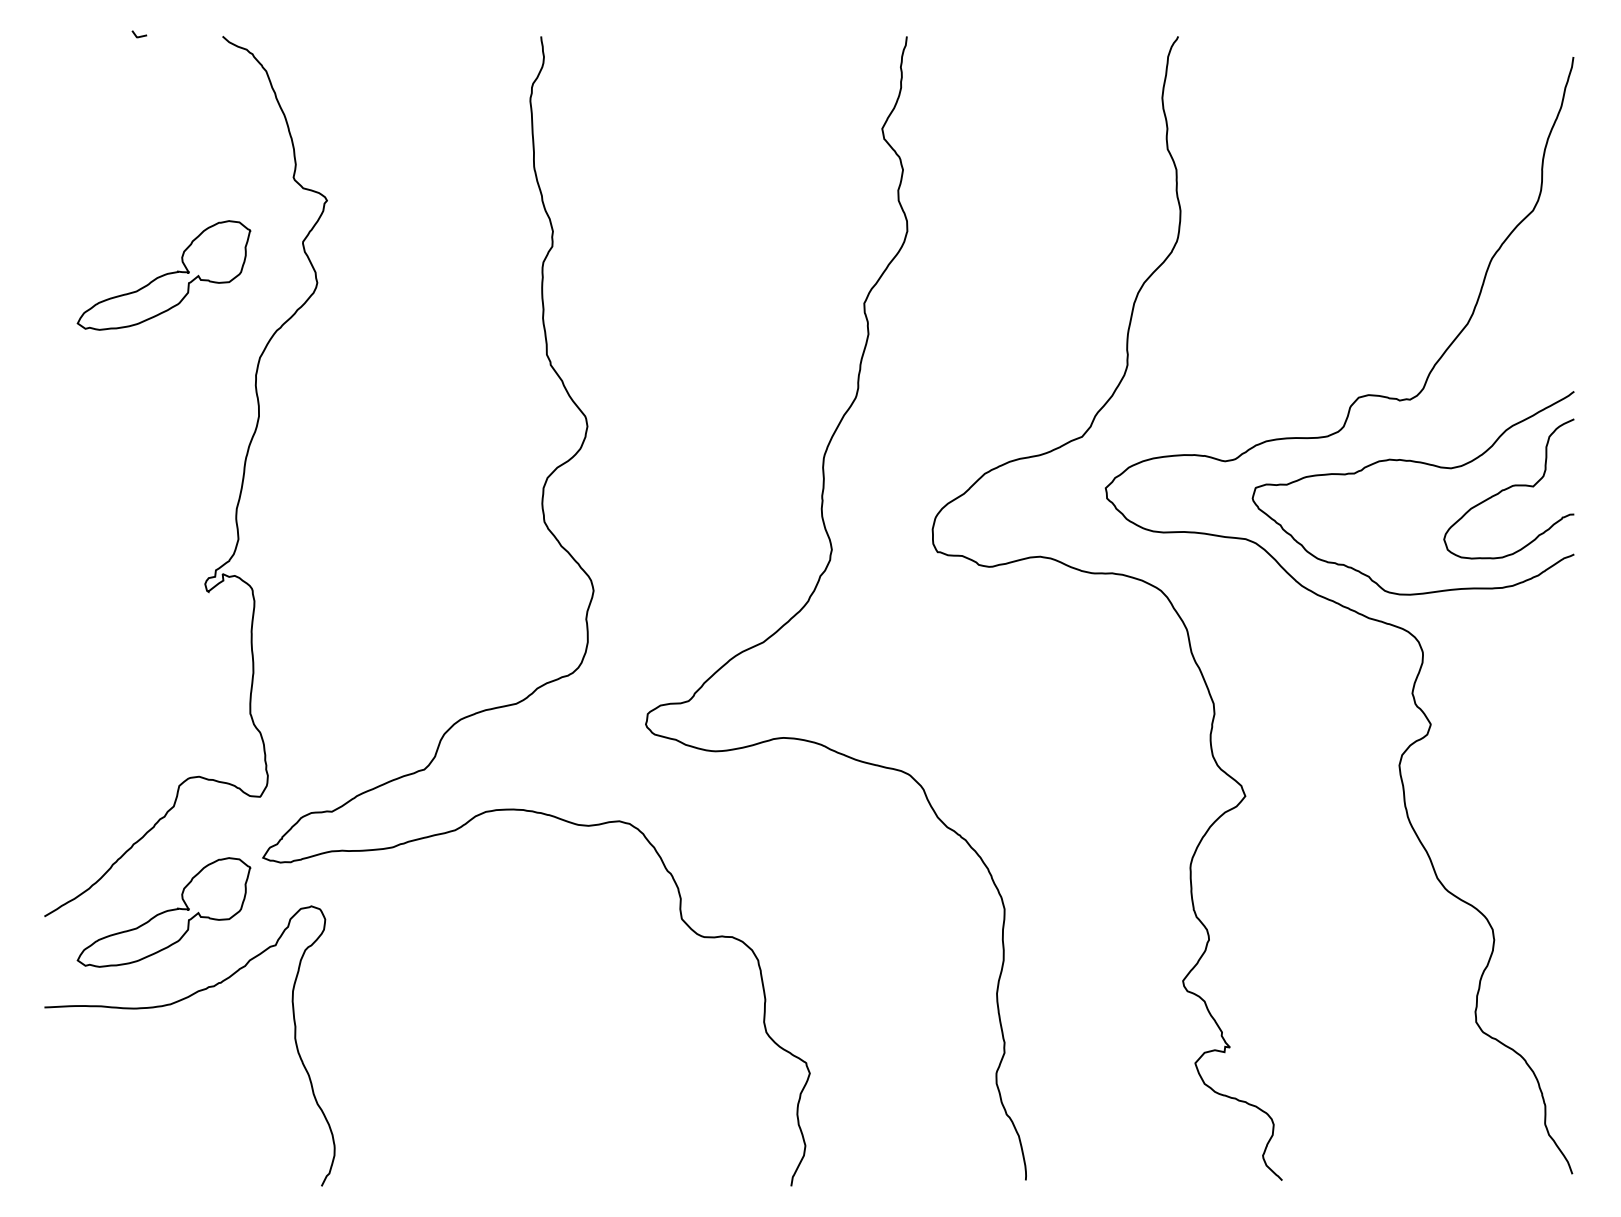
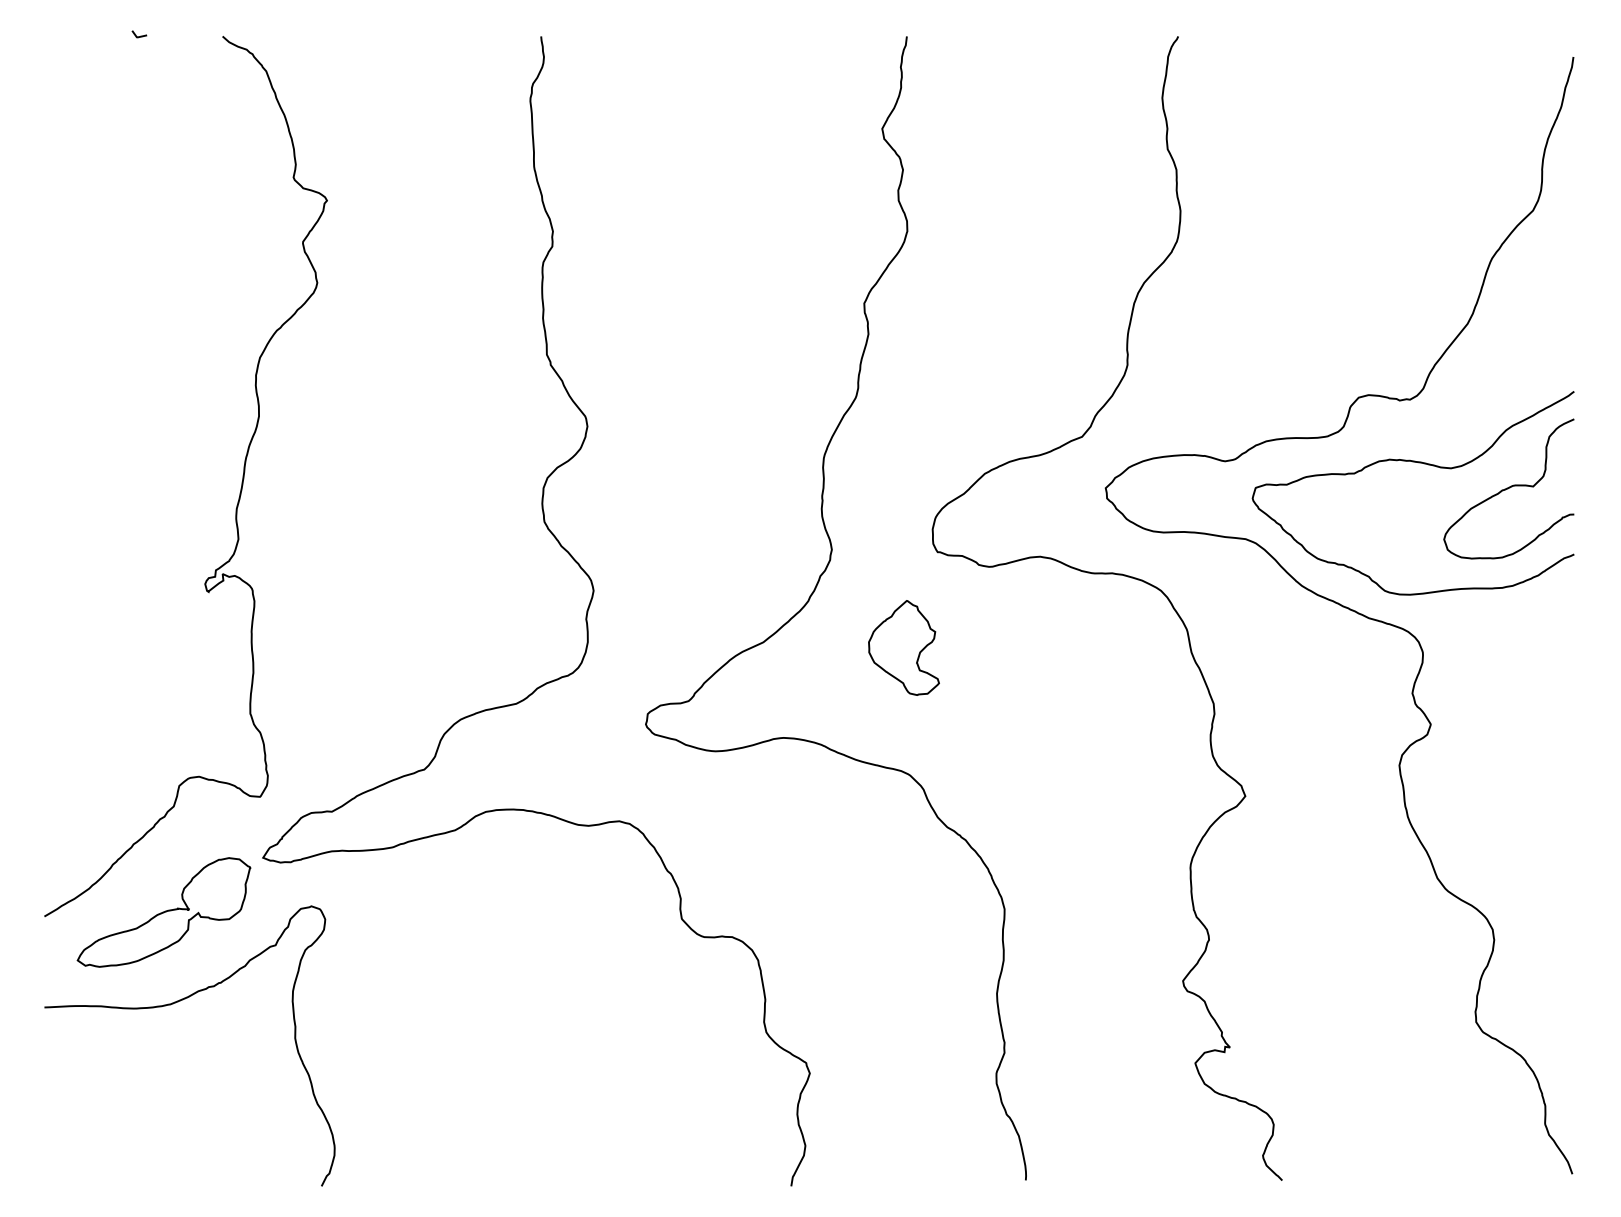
part at (163, 275): present -> none
part at (903, 647): none -> present
